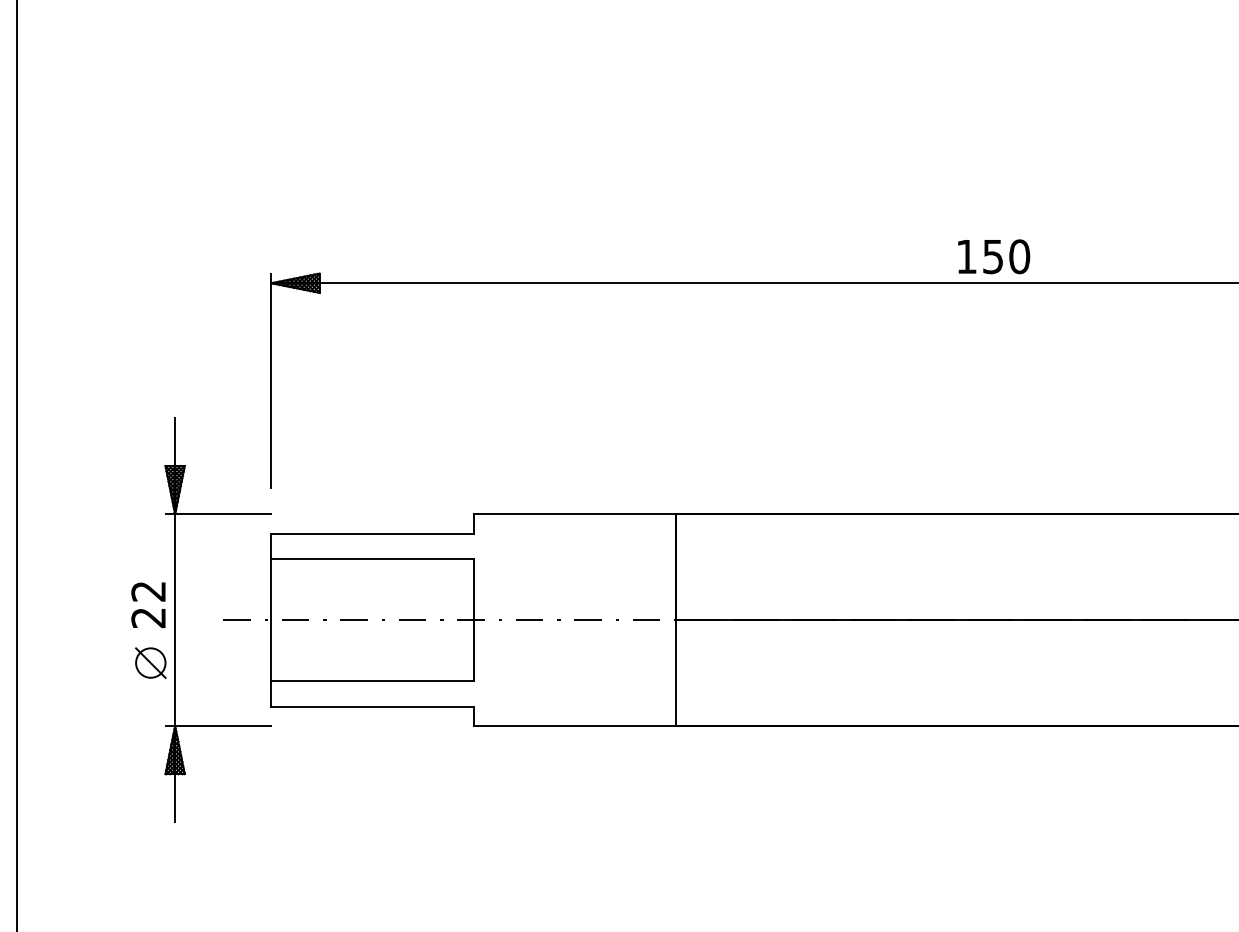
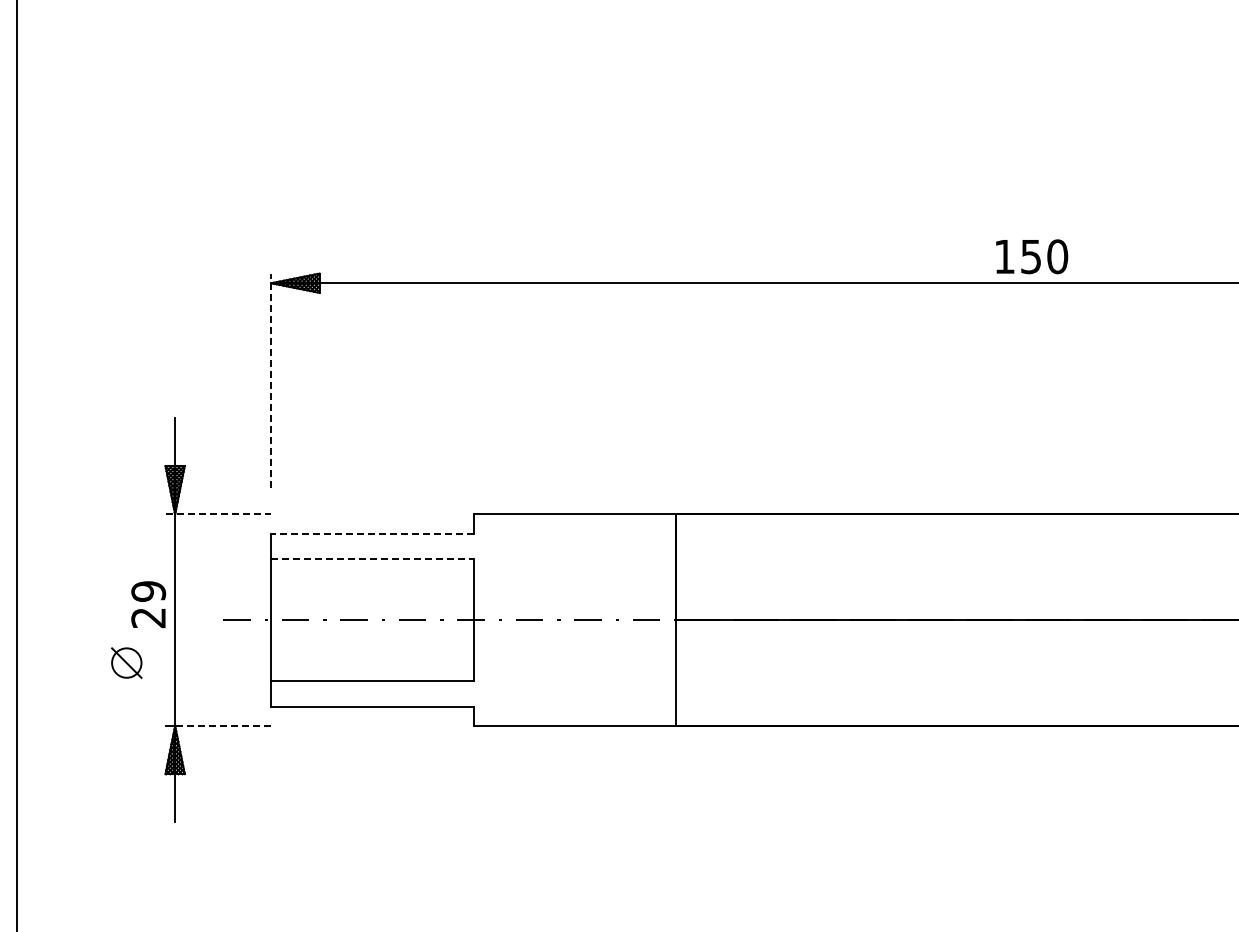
text at (994, 256) position: (994, 256) -> (1032, 256)
line at (271, 380): solid -> dashed
line at (218, 514): solid -> dashed
line at (371, 533): solid -> dashed
line at (372, 559): solid -> dashed
text at (148, 591): 22 -> 29
part at (150, 662) position: (150, 662) -> (126, 662)
line at (222, 726): solid -> dashed
